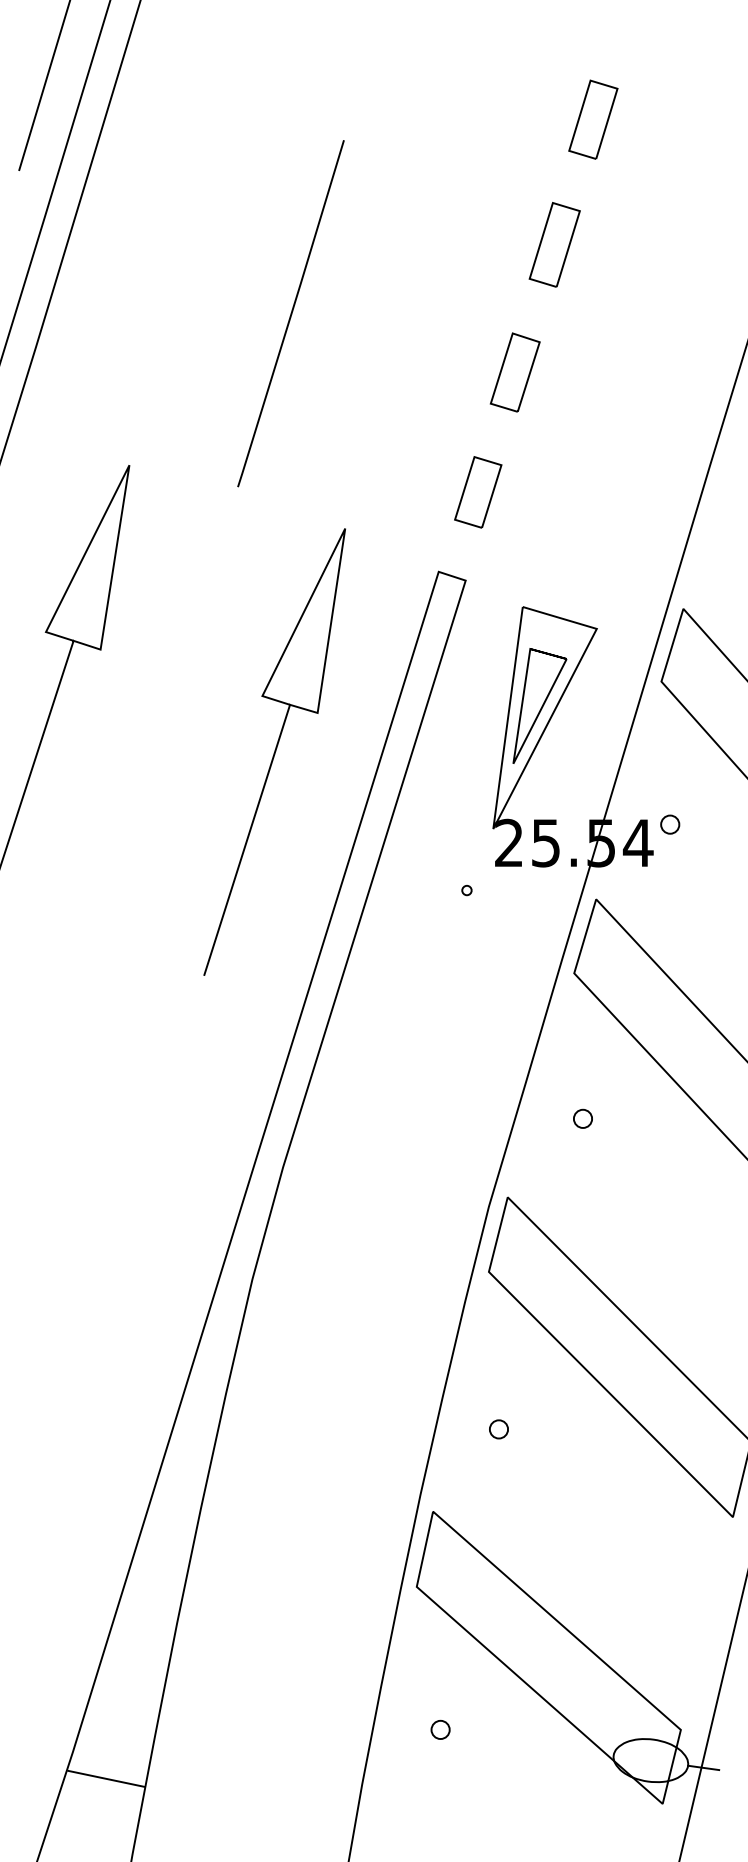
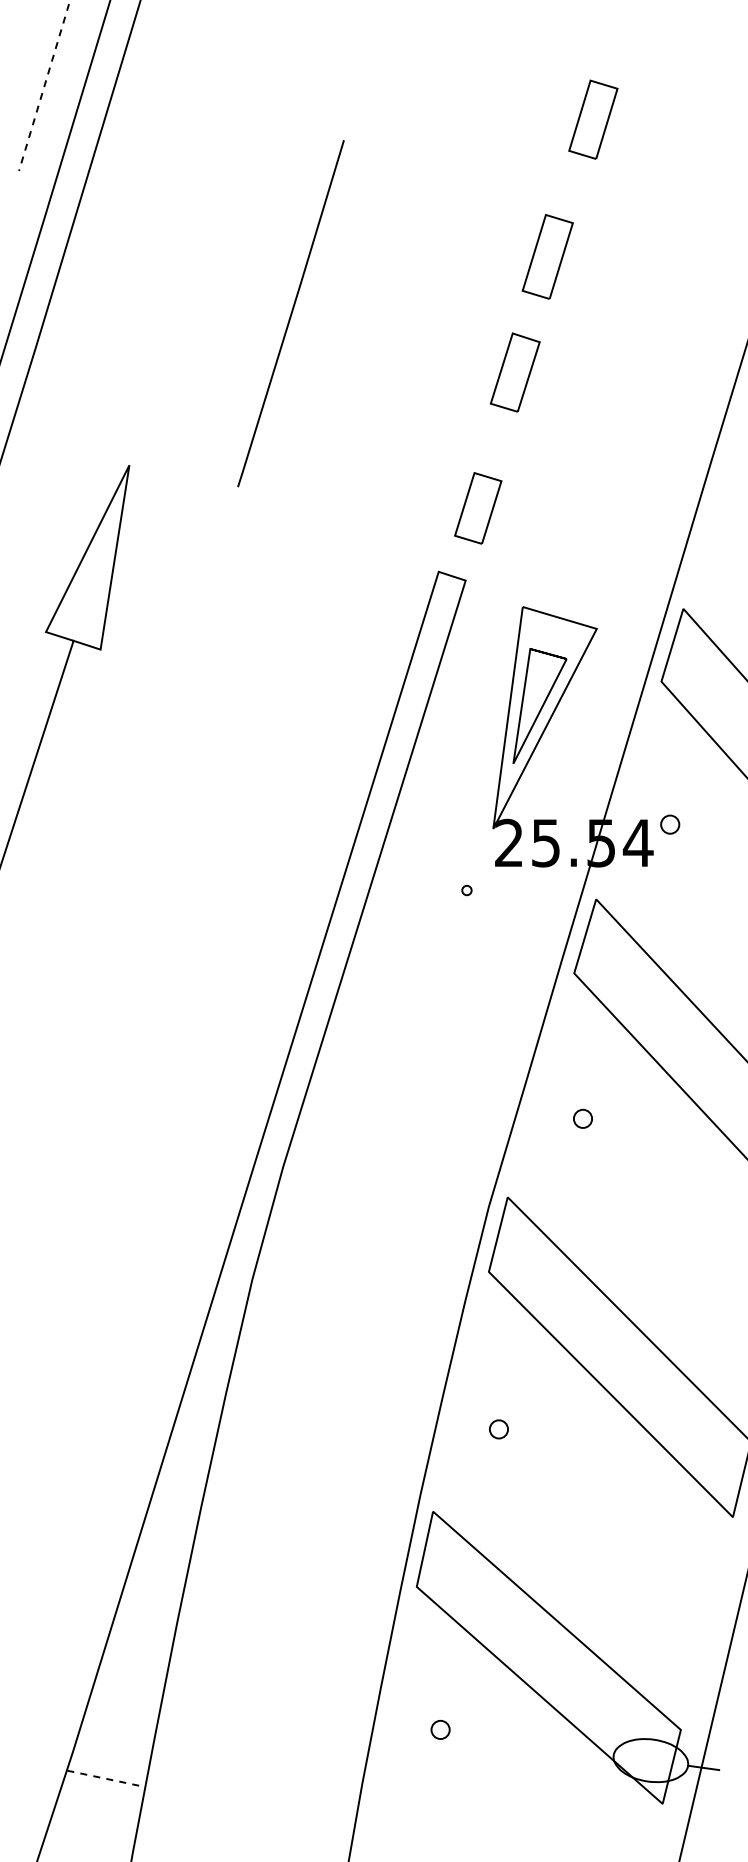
line at (44, 85): solid -> dashed
part at (554, 244) position: (554, 244) -> (547, 256)
part at (478, 492) position: (478, 492) -> (478, 508)
curve at (274, 751): present -> none
line at (106, 1778): solid -> dashed
